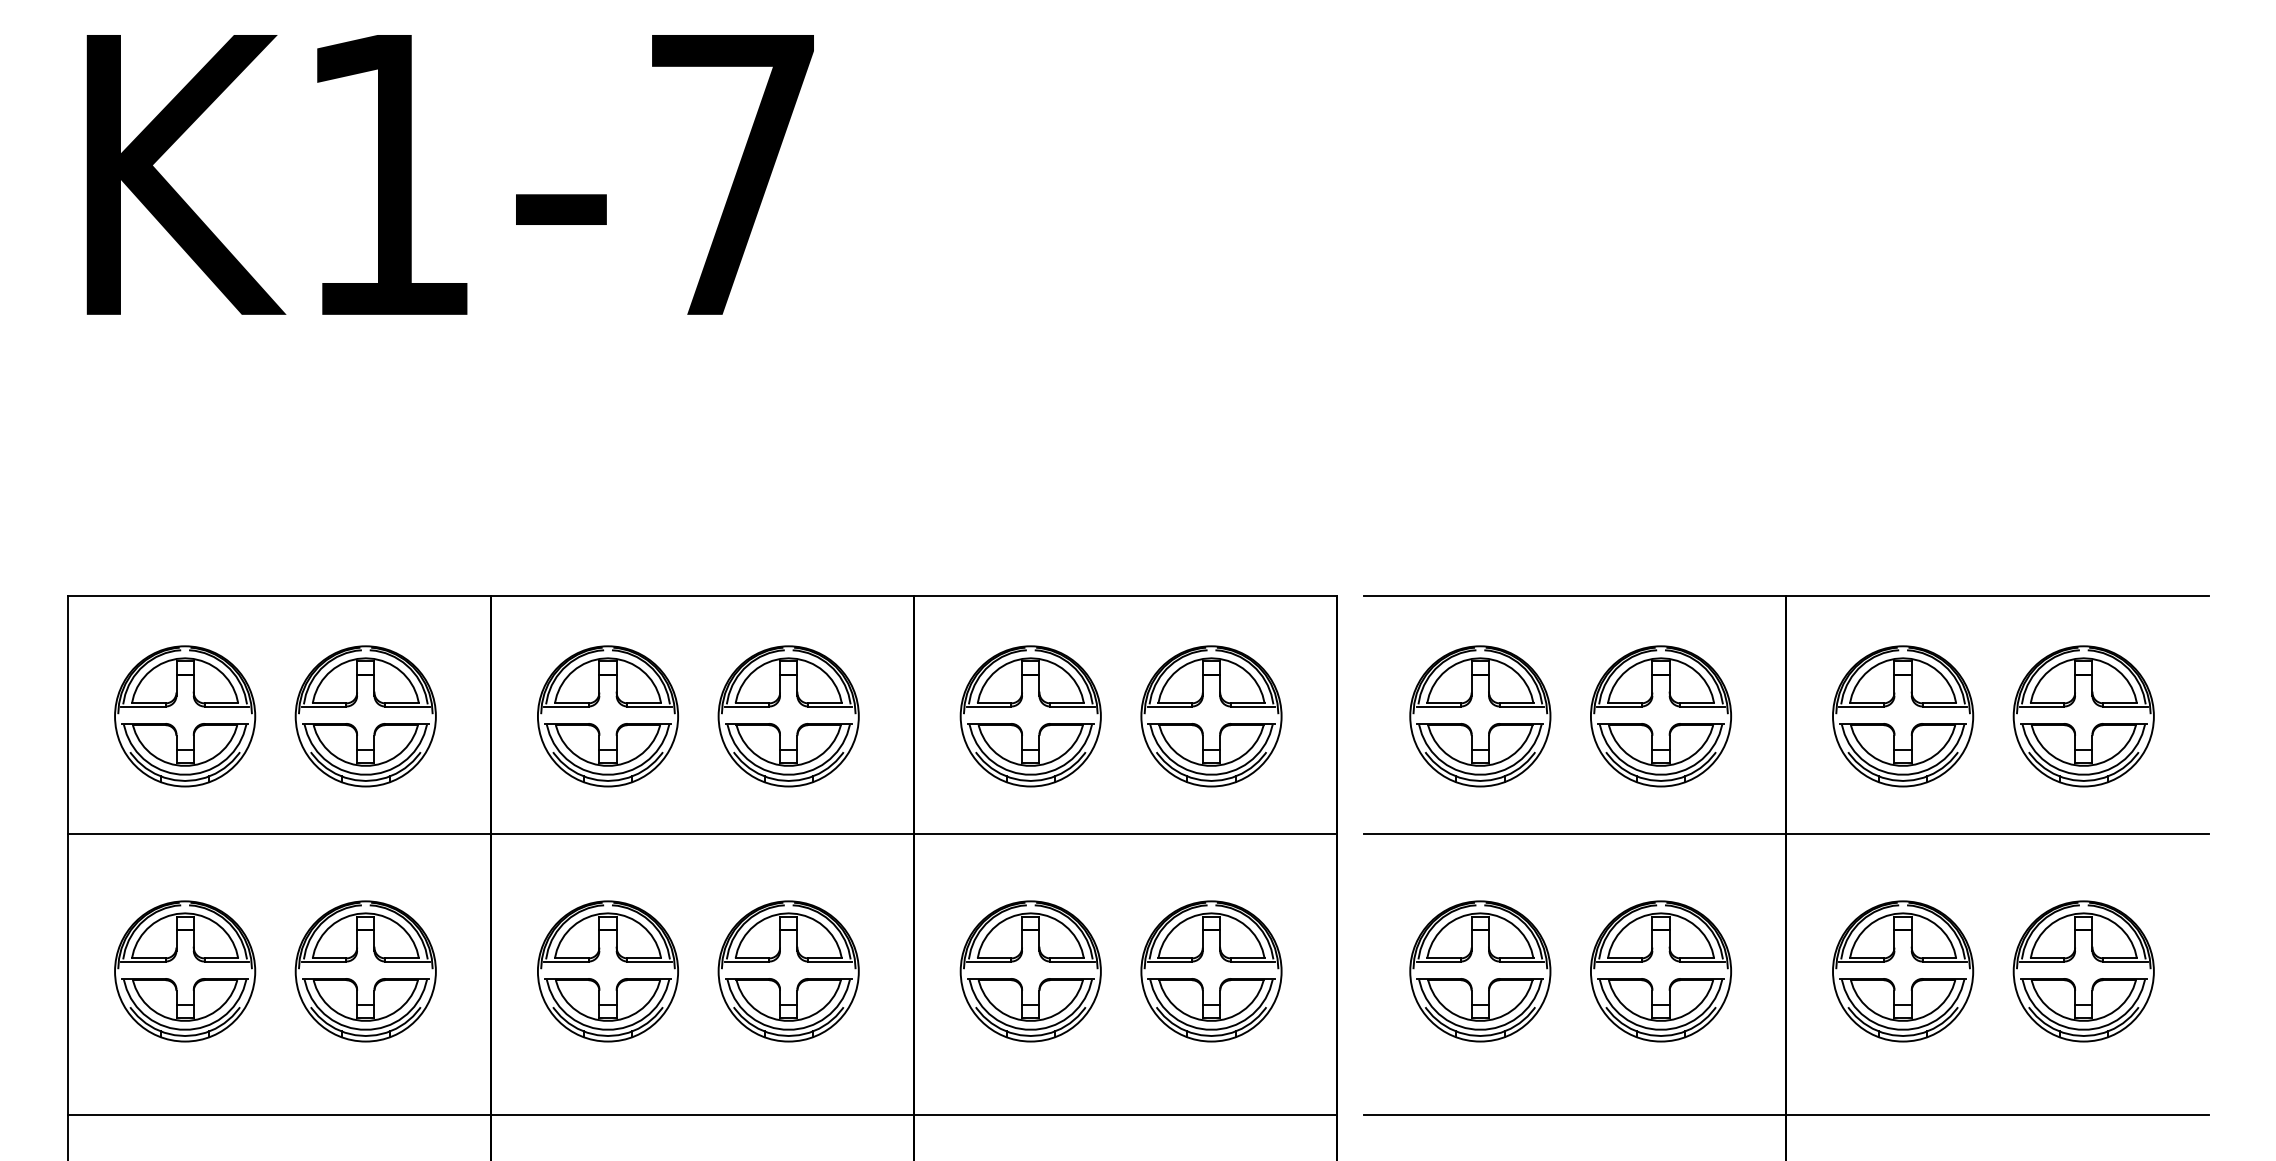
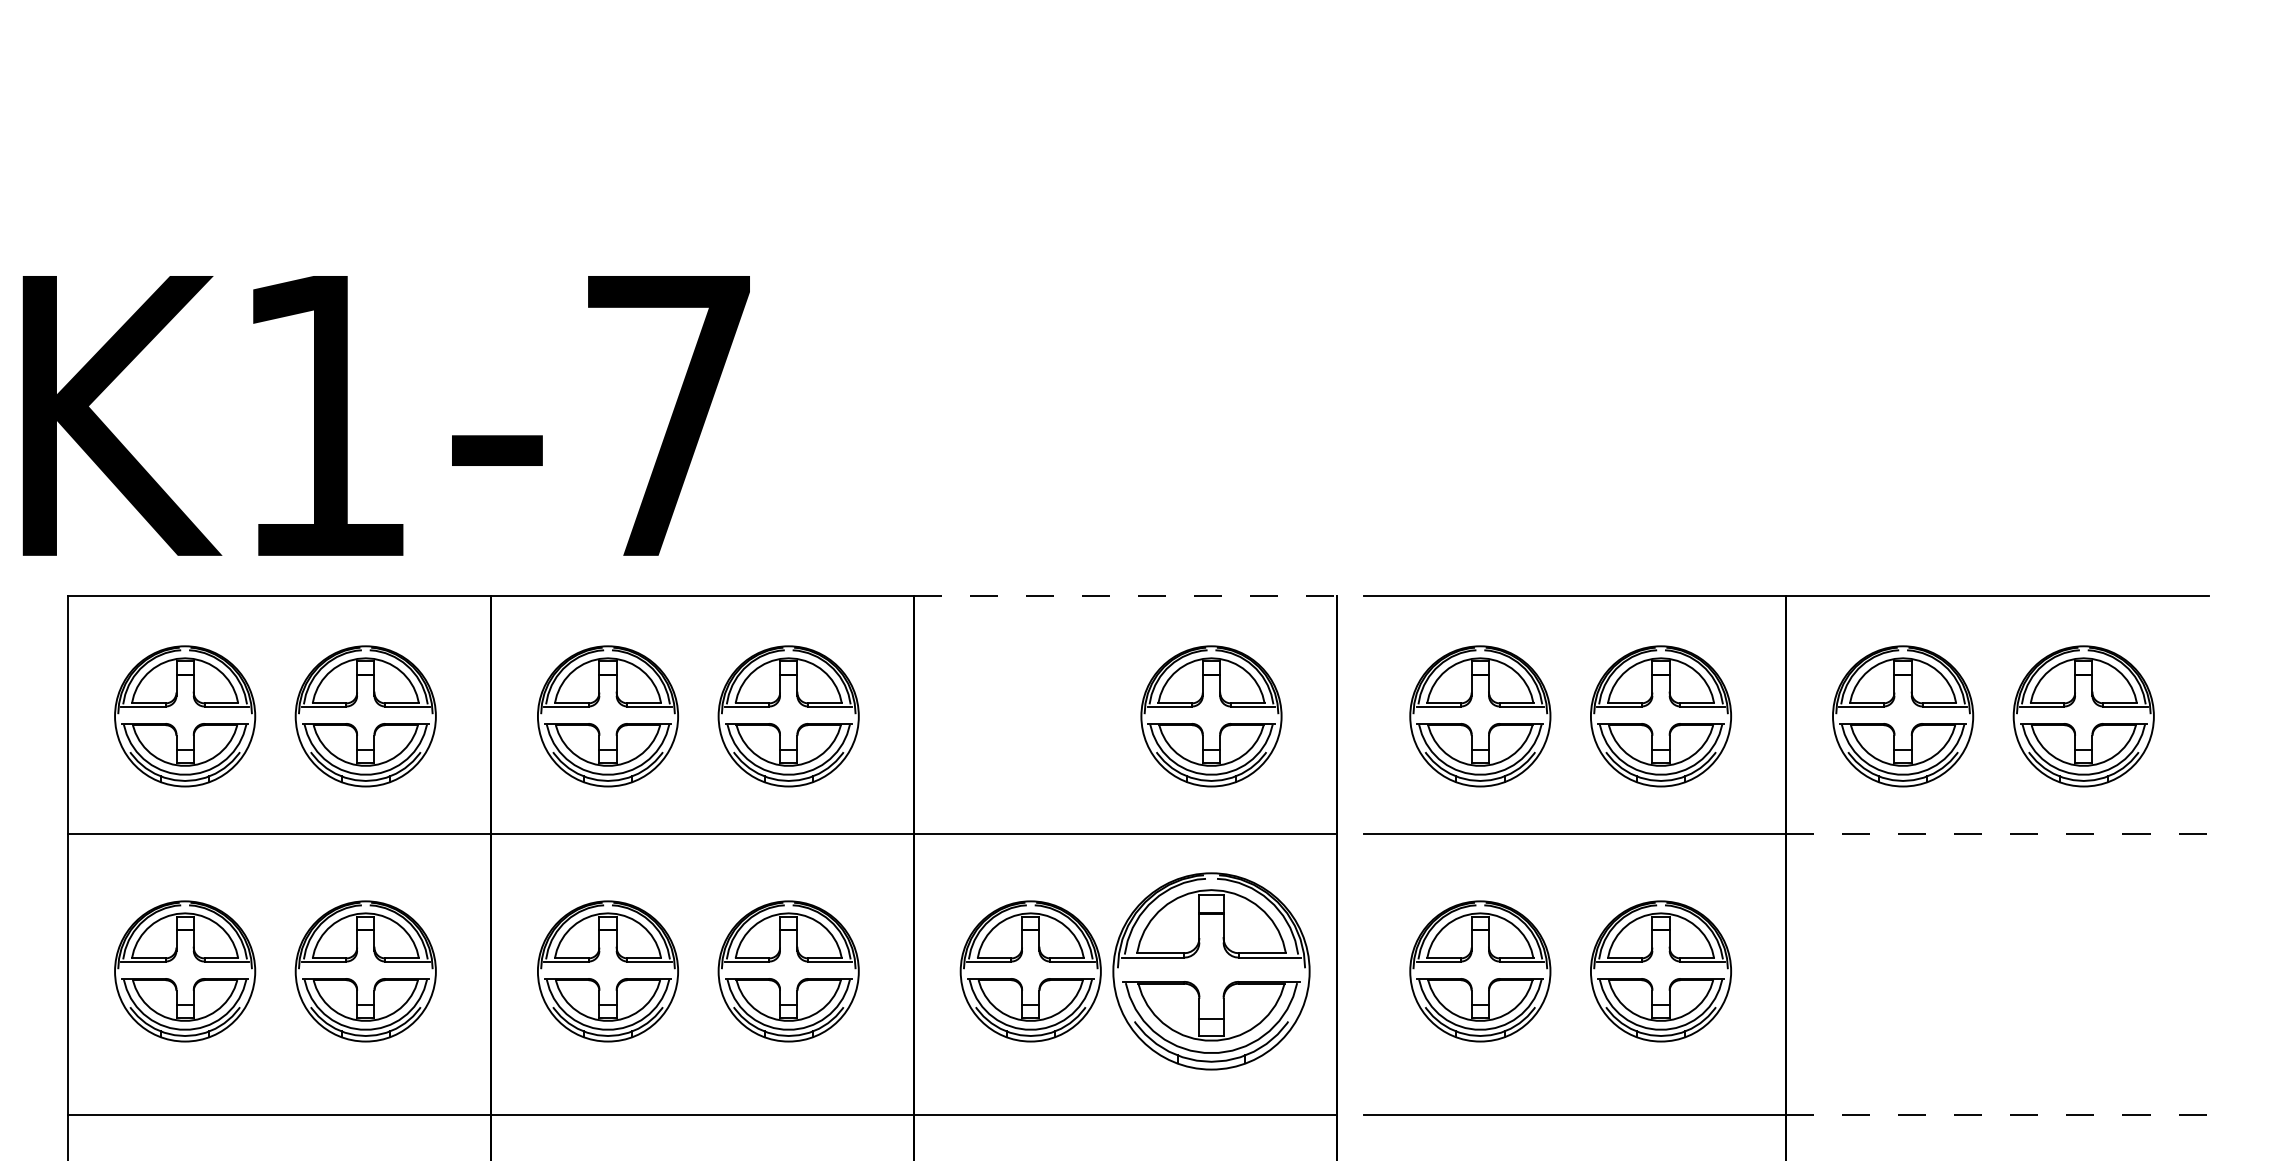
text at (449, 174) position: (449, 174) -> (385, 415)
line at (1125, 596): solid -> dashed
part at (1030, 716): present -> none
line at (1998, 834): solid -> dashed
part at (1211, 971) size: 143x143 px -> 199x199 px
part at (1903, 971): present -> none
part at (2083, 971): present -> none
line at (1998, 1114): solid -> dashed
